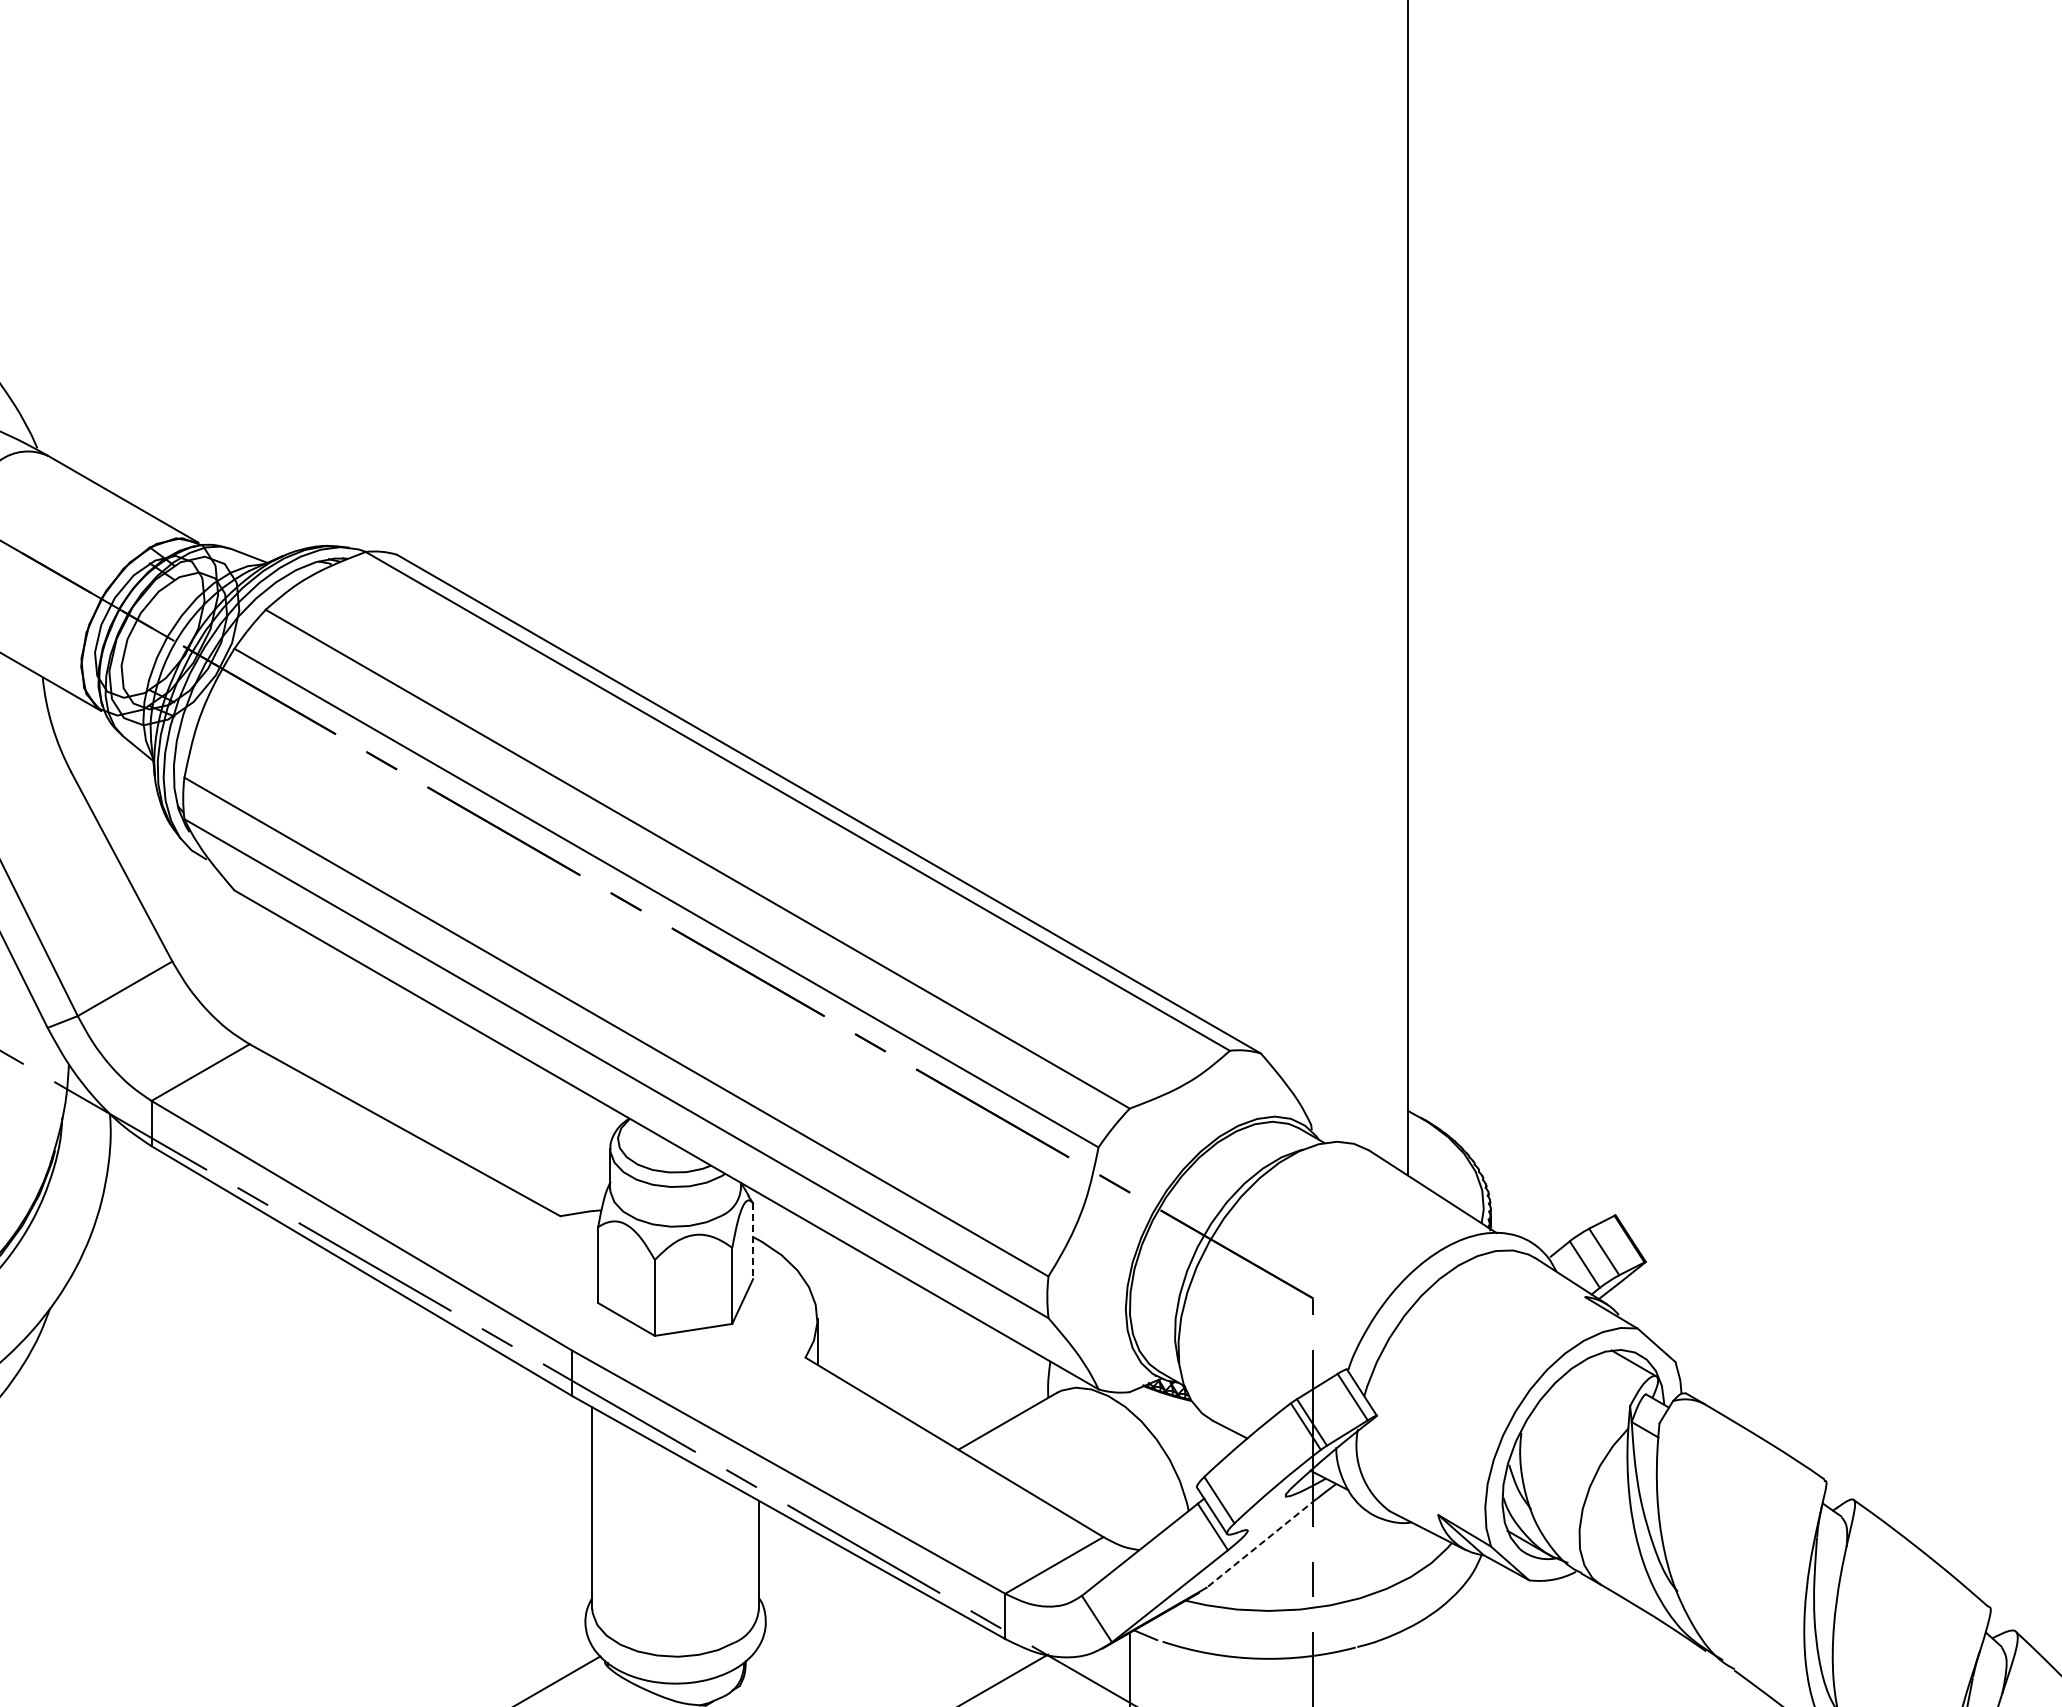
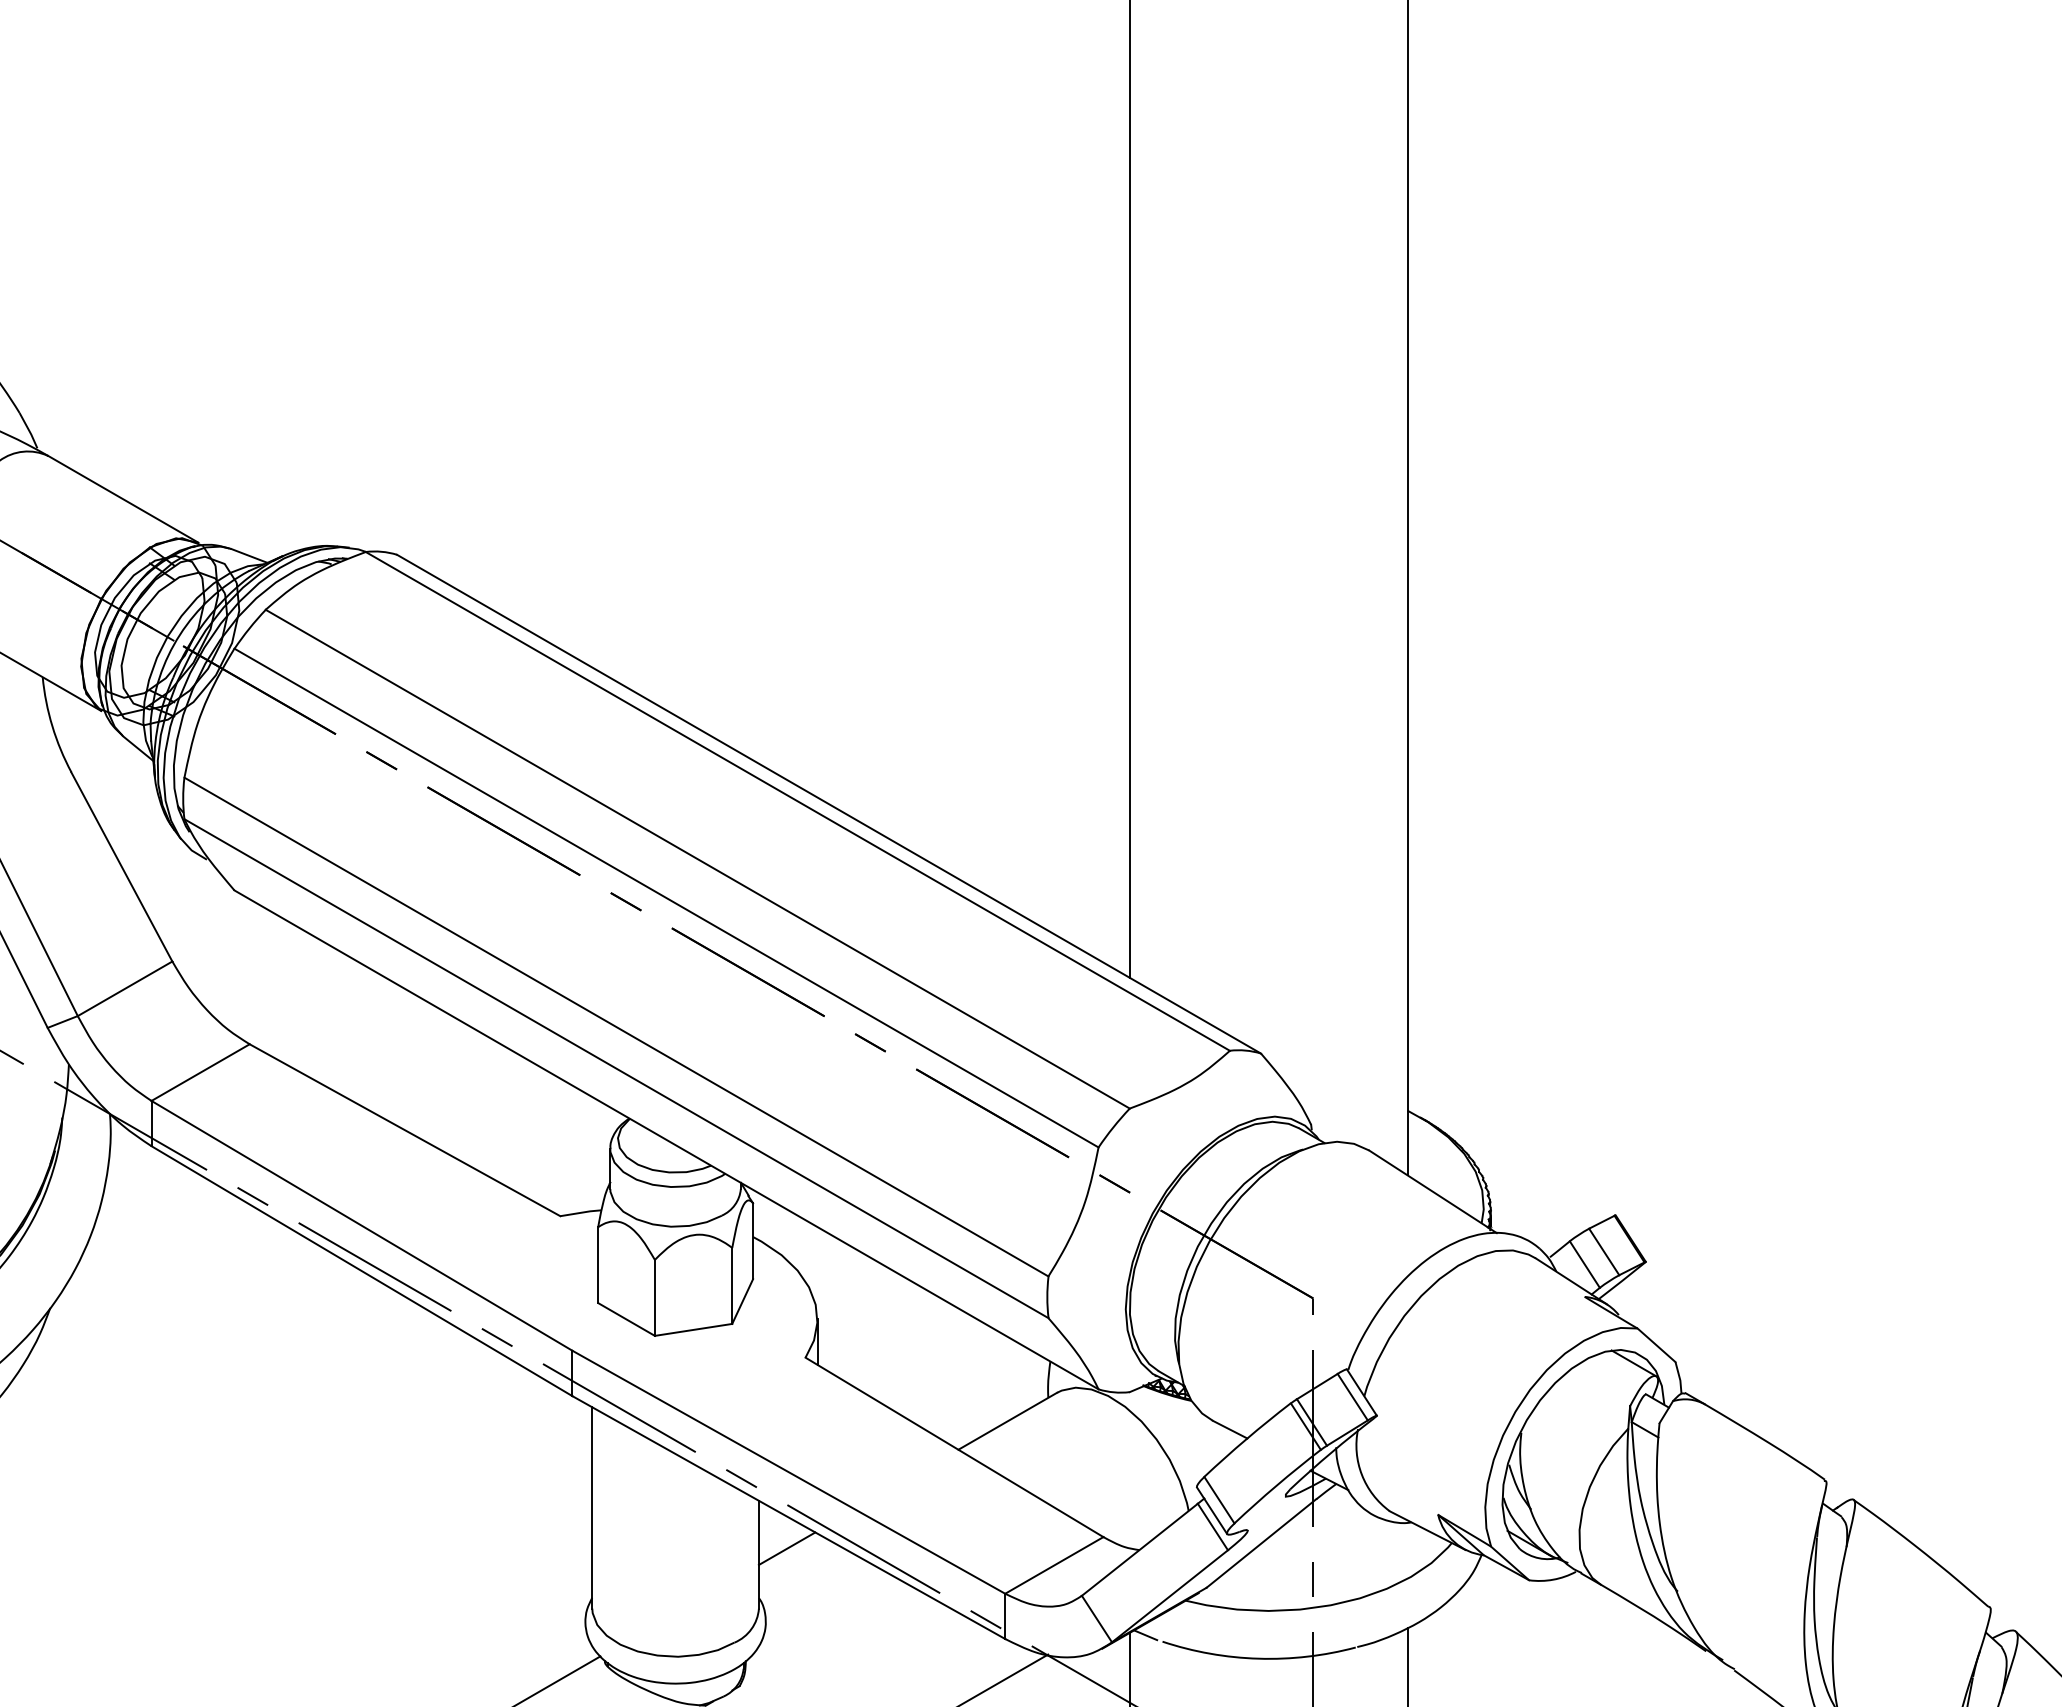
line at (1129, 489): none -> present
line at (753, 1241): dashed -> solid
line at (1261, 1543): dashed -> solid
line at (786, 1548): none -> present
line at (1407, 1665): none -> present
